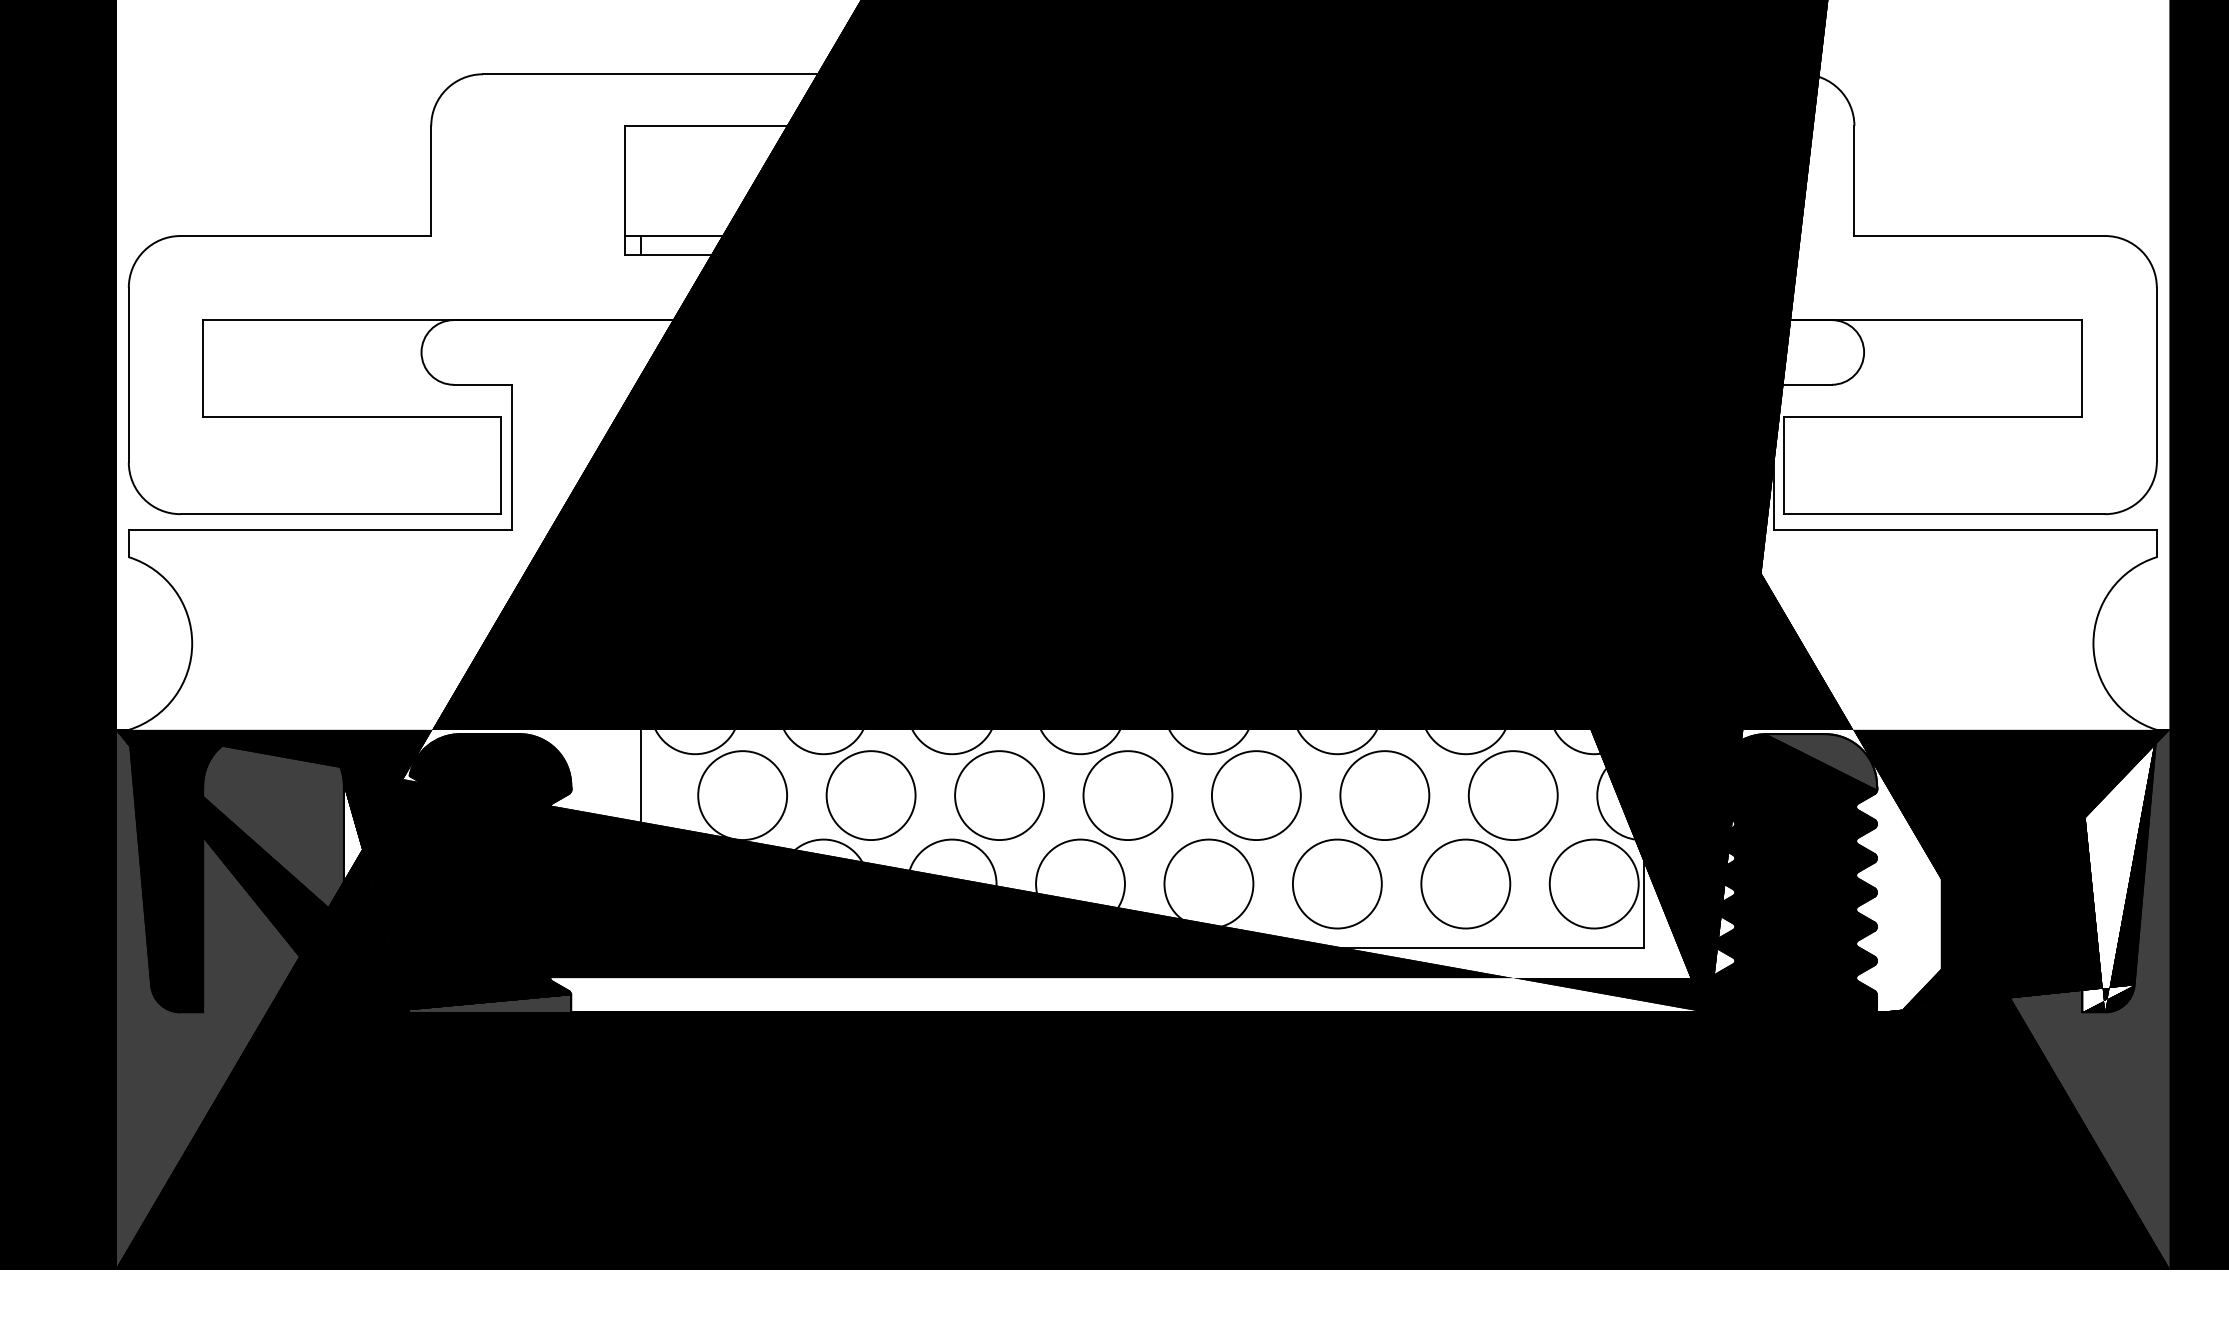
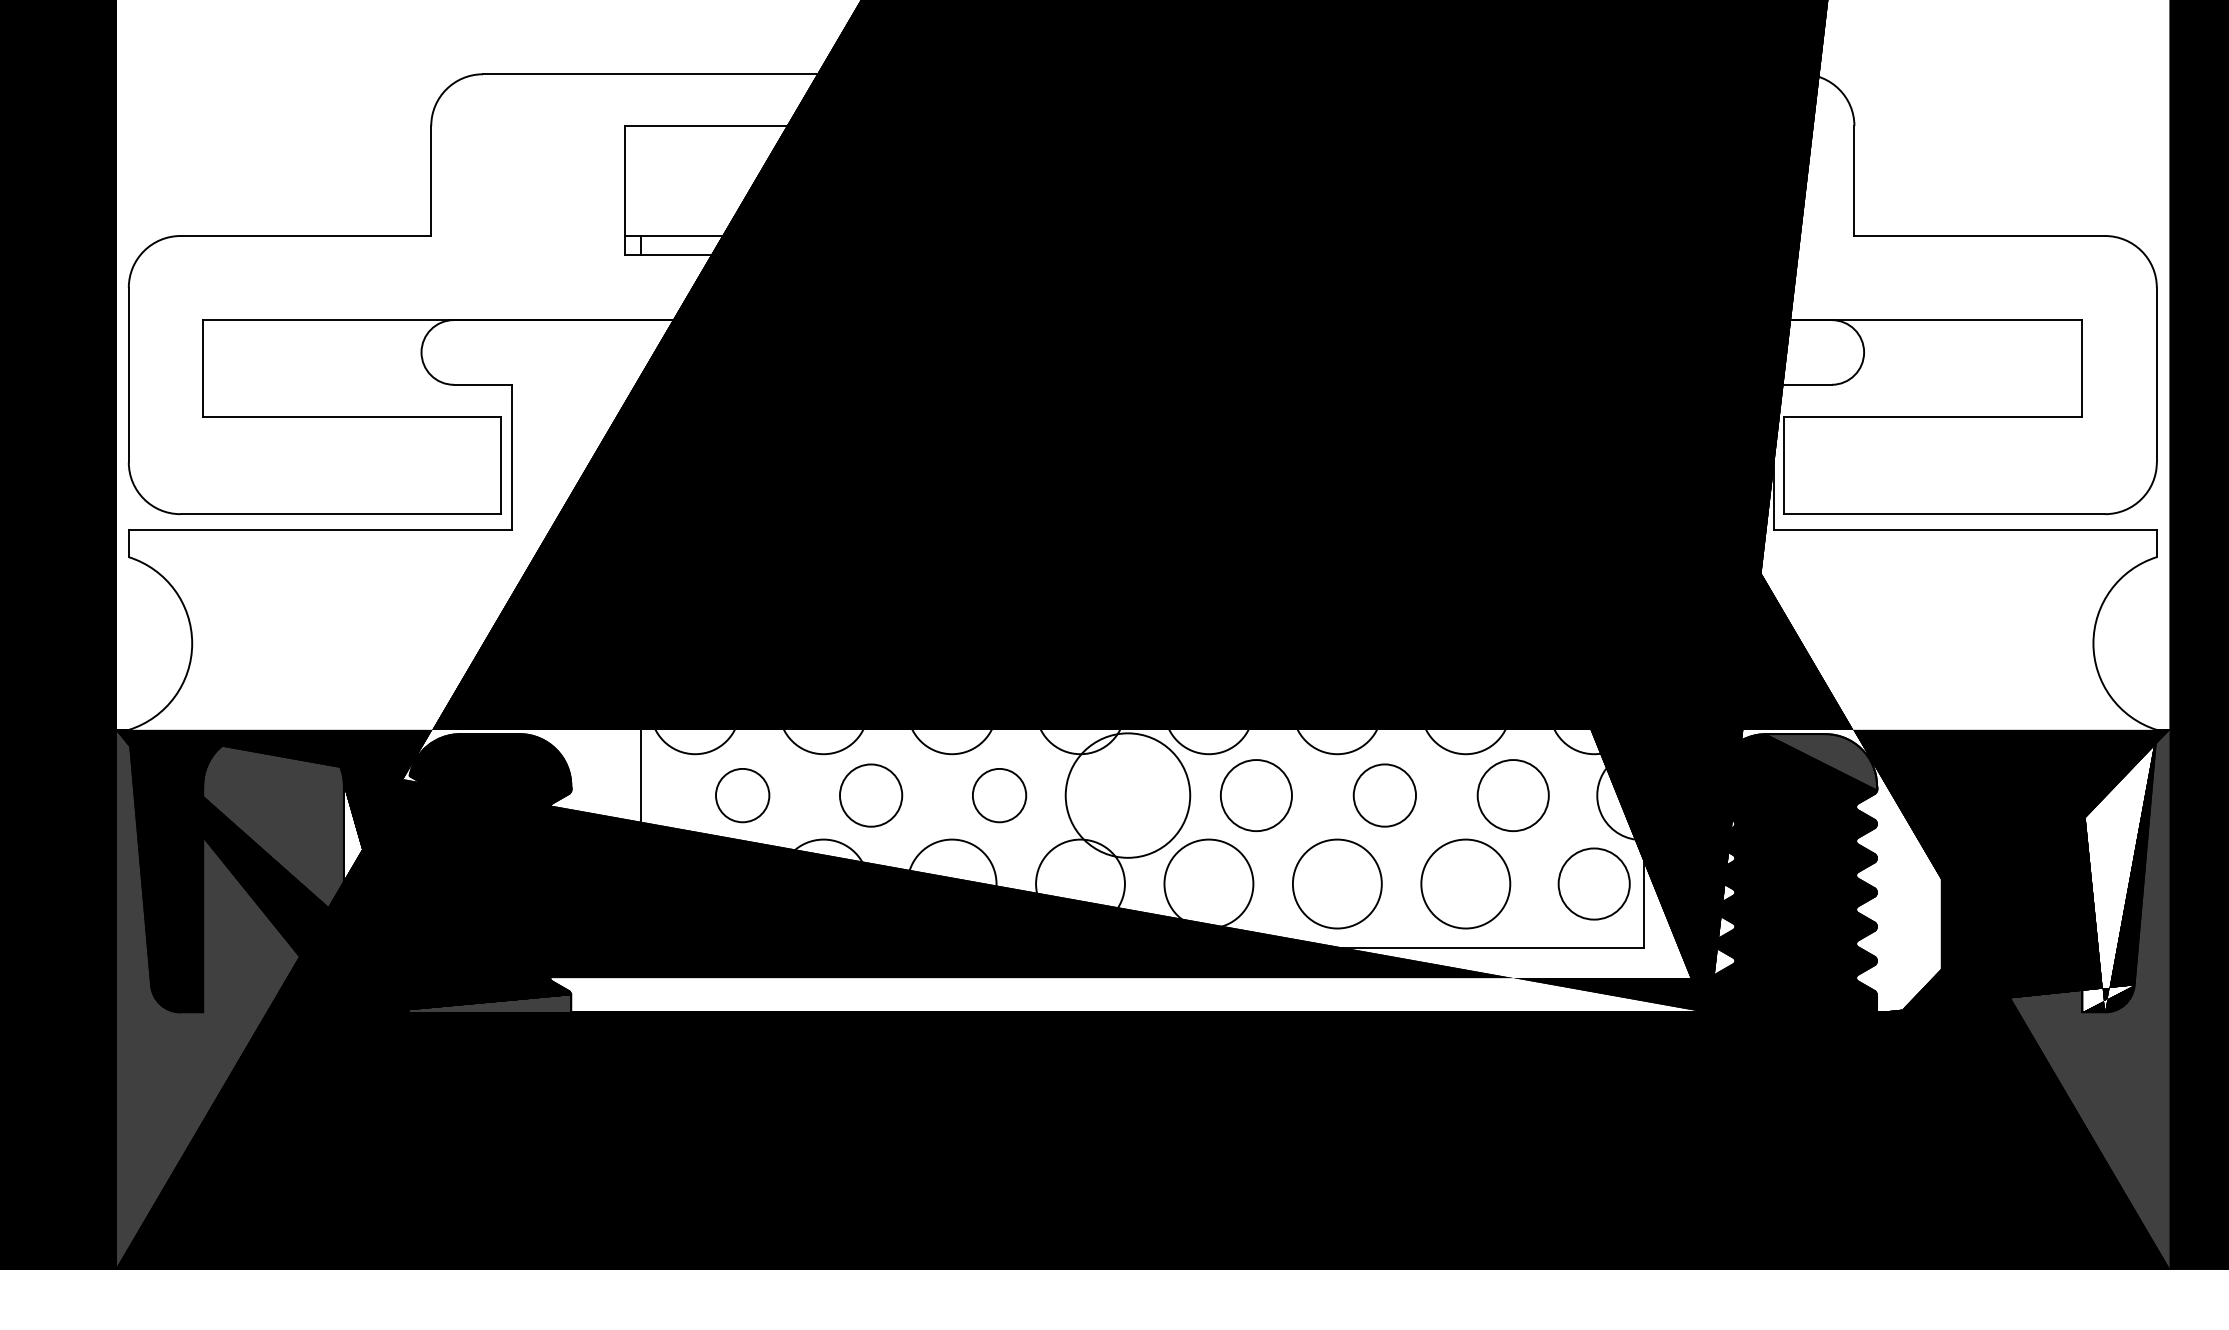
circle at (742, 795) diameter: 89 px -> 53 px
circle at (870, 795) diameter: 89 px -> 62 px
circle at (999, 795) diameter: 89 px -> 53 px
circle at (1127, 795) diameter: 89 px -> 124 px
circle at (1255, 795) diameter: 89 px -> 71 px
circle at (1384, 795) size: 92x91 px -> 65x65 px
circle at (1512, 795) diameter: 89 px -> 71 px
circle at (1593, 883) diameter: 89 px -> 71 px
